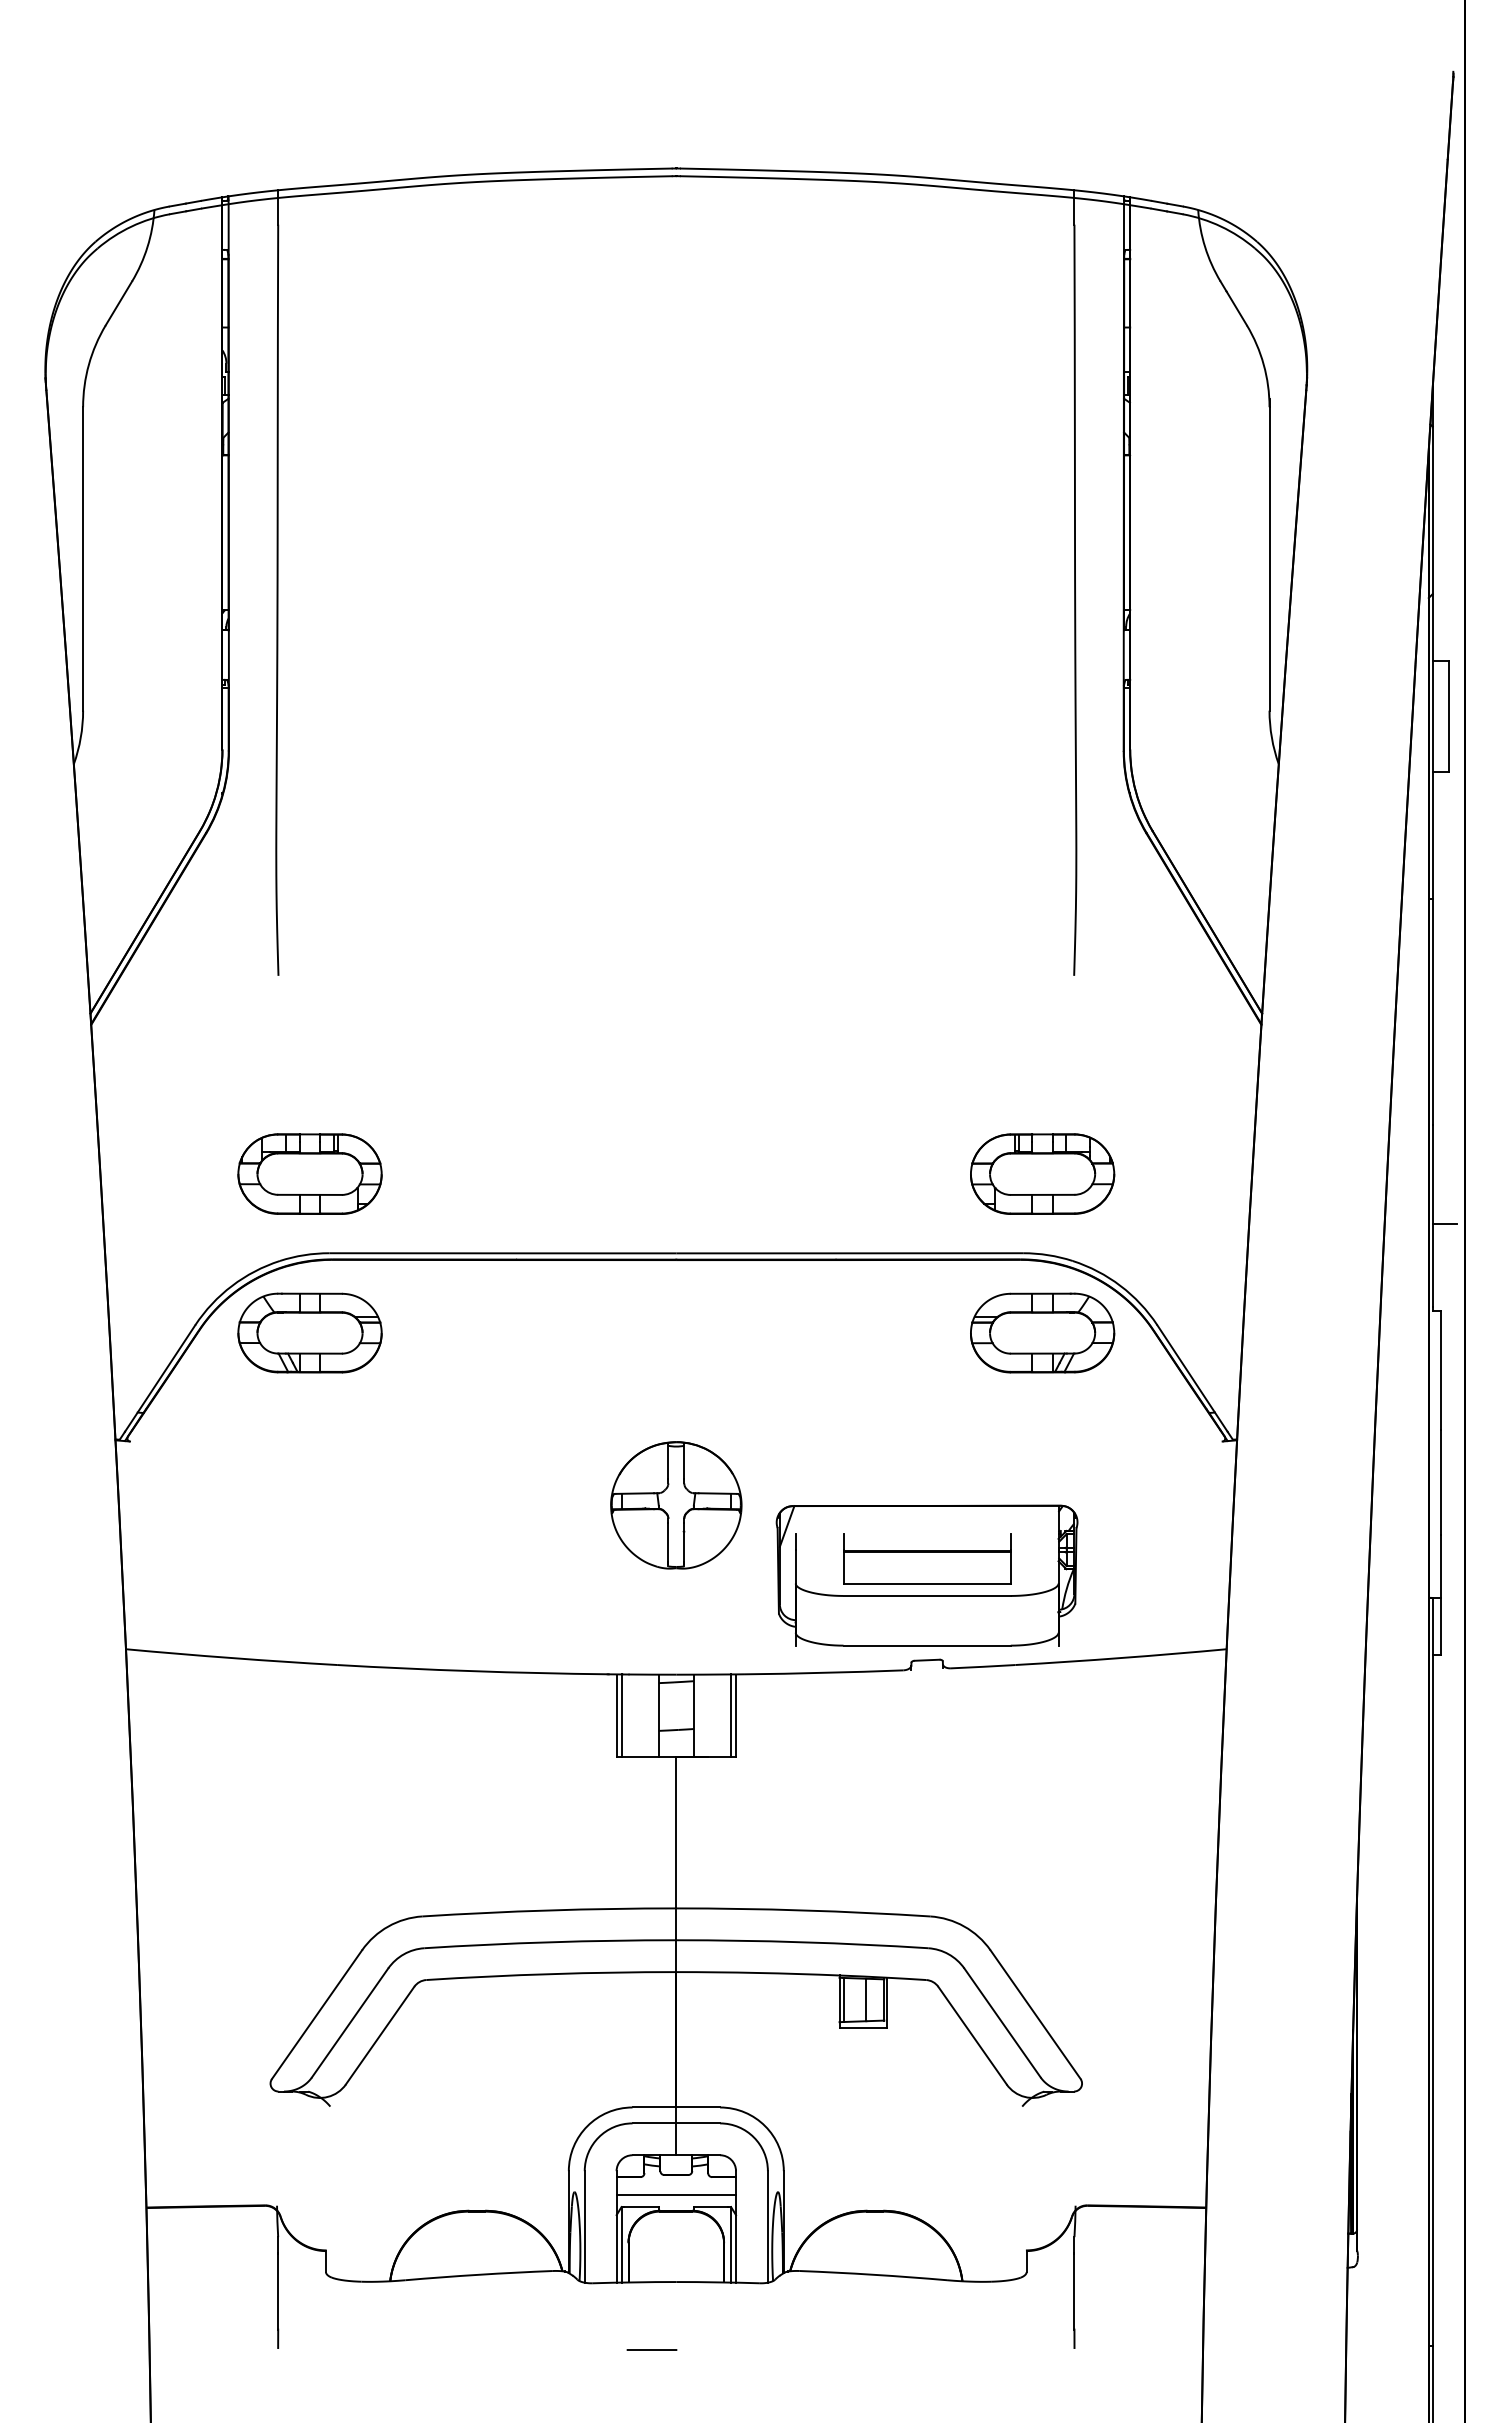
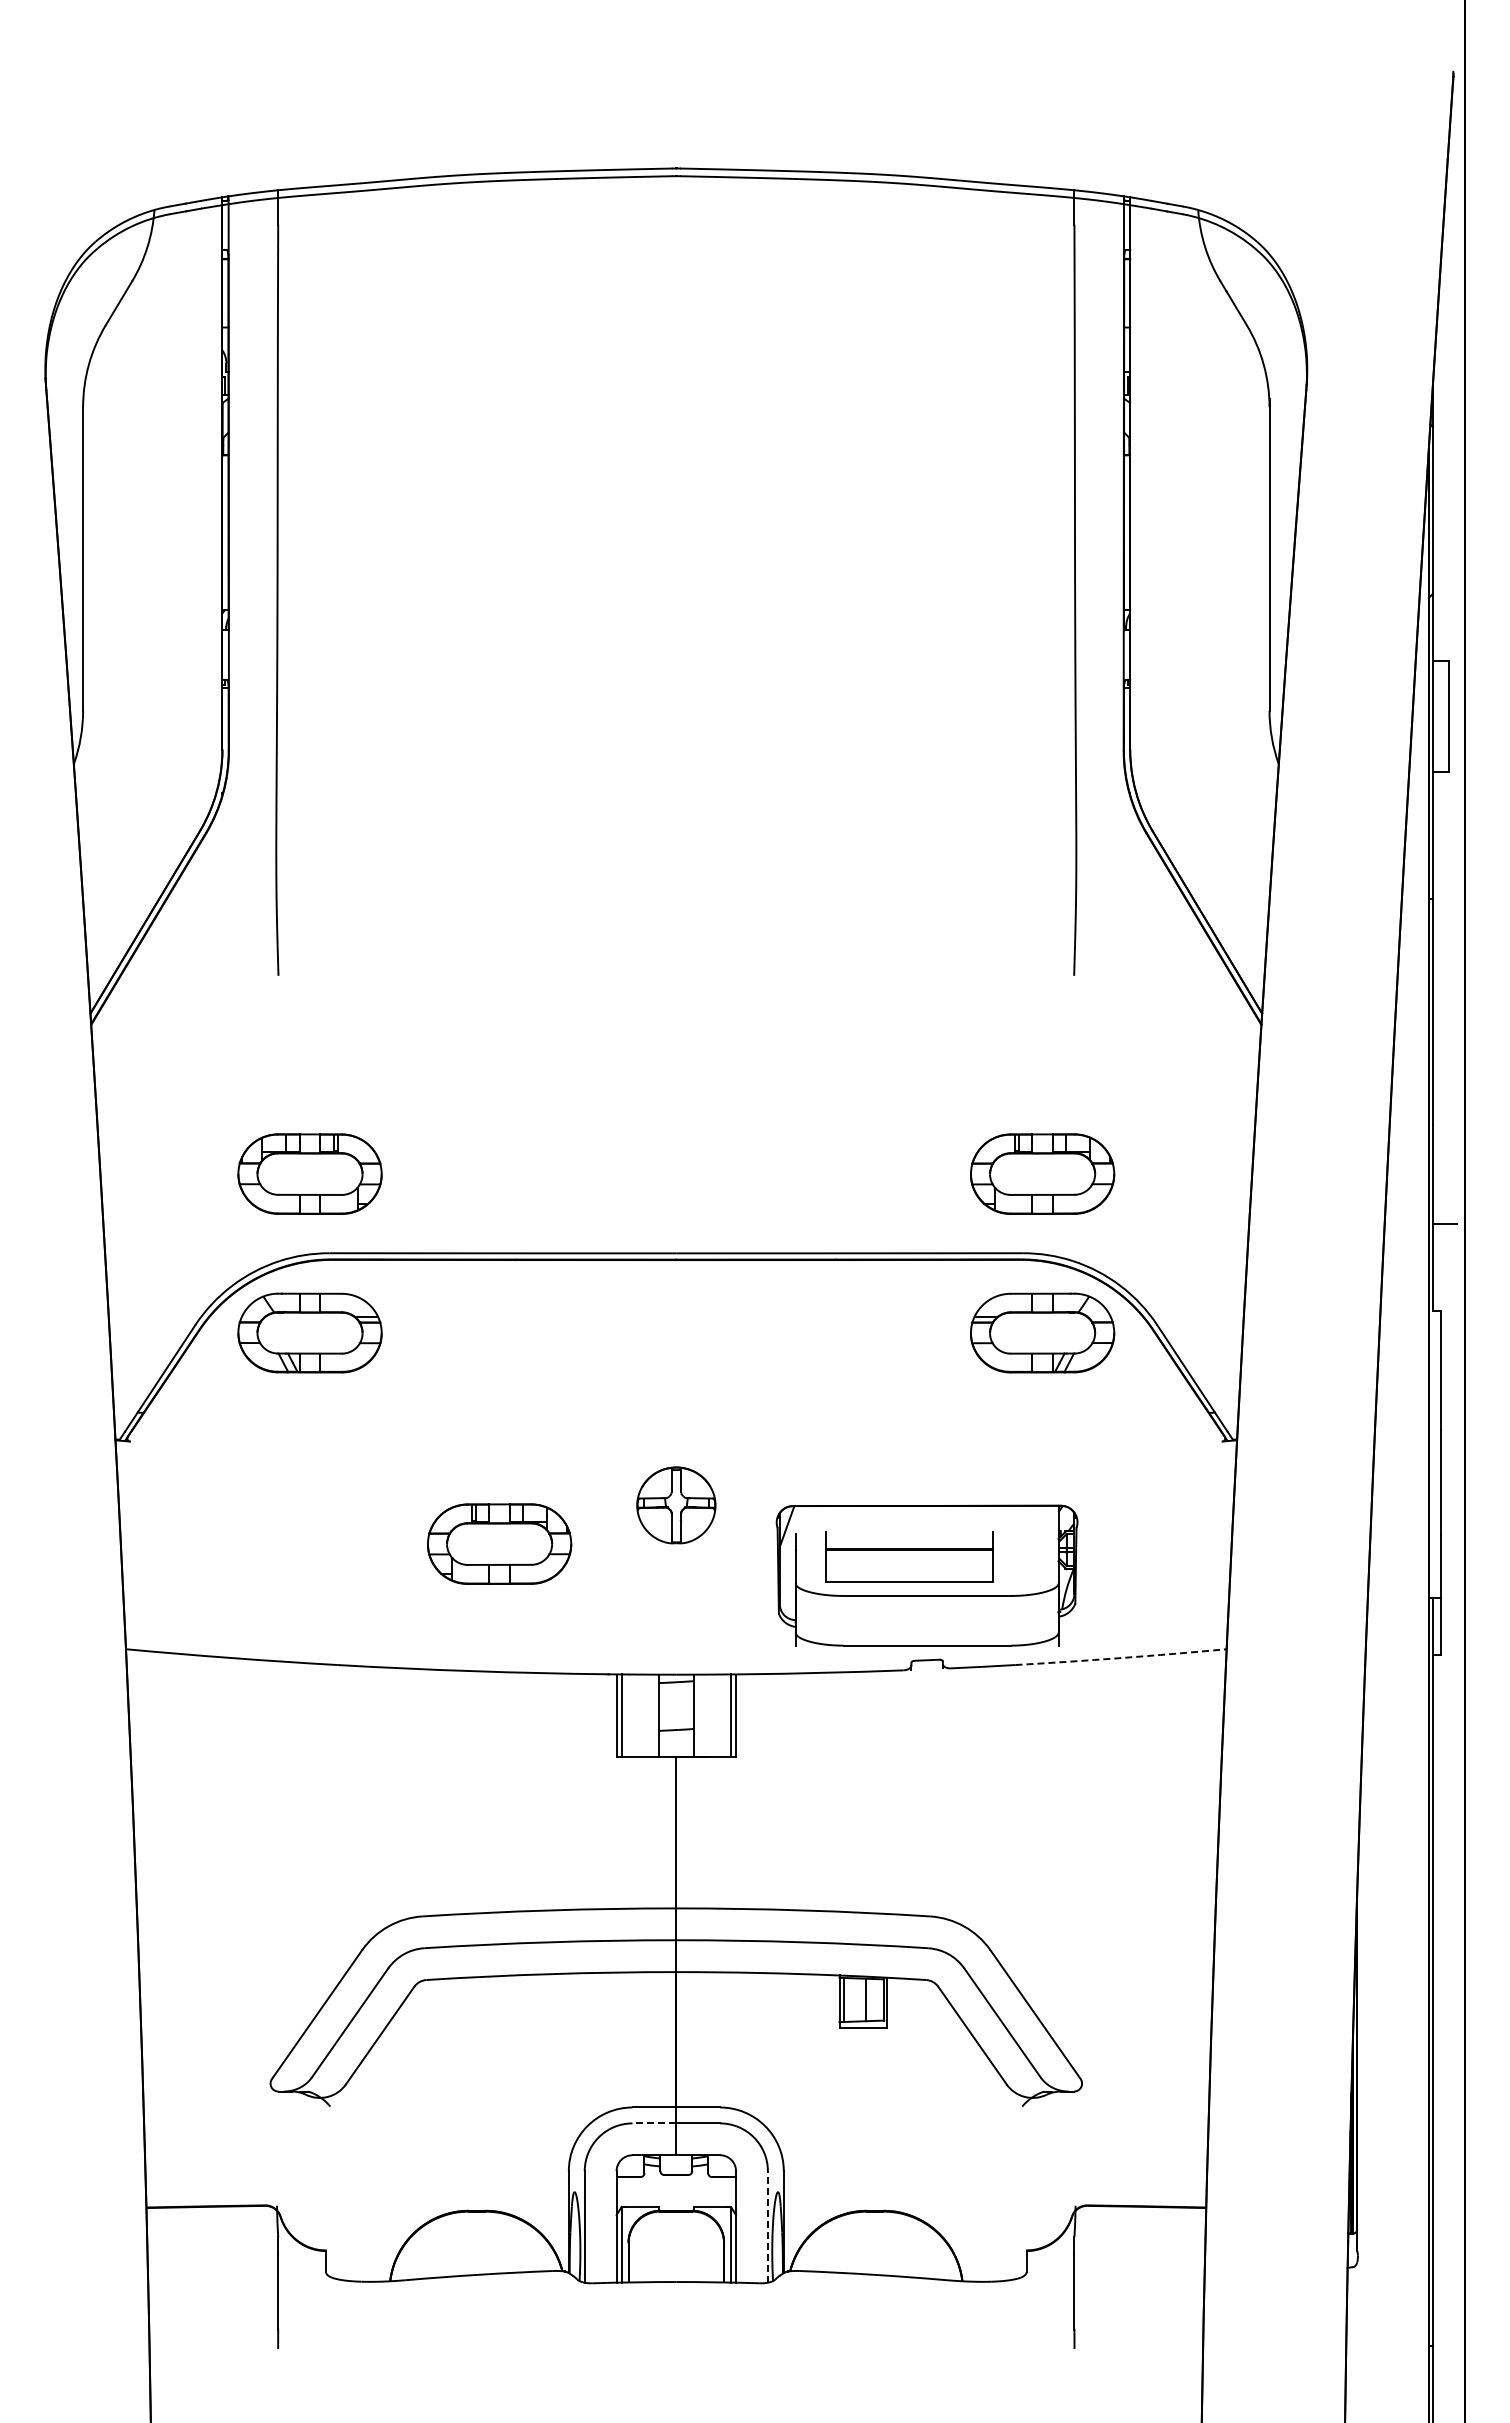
part at (676, 1505) size: 133x129 px -> 81x79 px
part at (499, 1543): none -> present
part at (927, 1558) position: (927, 1558) -> (909, 1556)
arc at (1121, 1658): solid -> dashed
line at (654, 2123): solid -> dashed
line at (676, 2195): present -> none
line at (767, 2226): solid -> dashed
line at (651, 2349): present -> none
